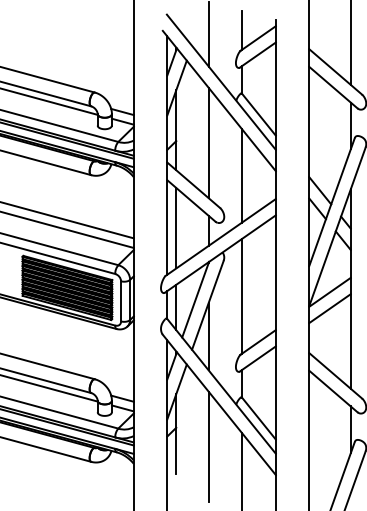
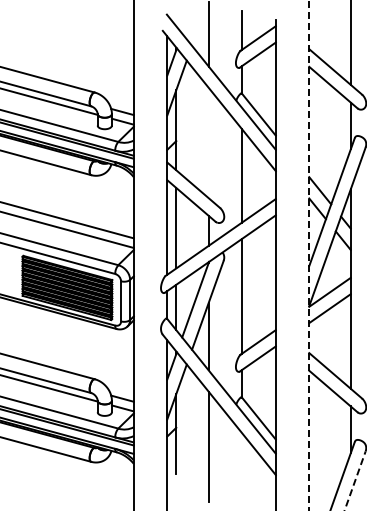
line at (208, 142): present -> none
line at (309, 255): solid -> dashed
line at (242, 470): present -> none
line at (355, 480): solid -> dashed
